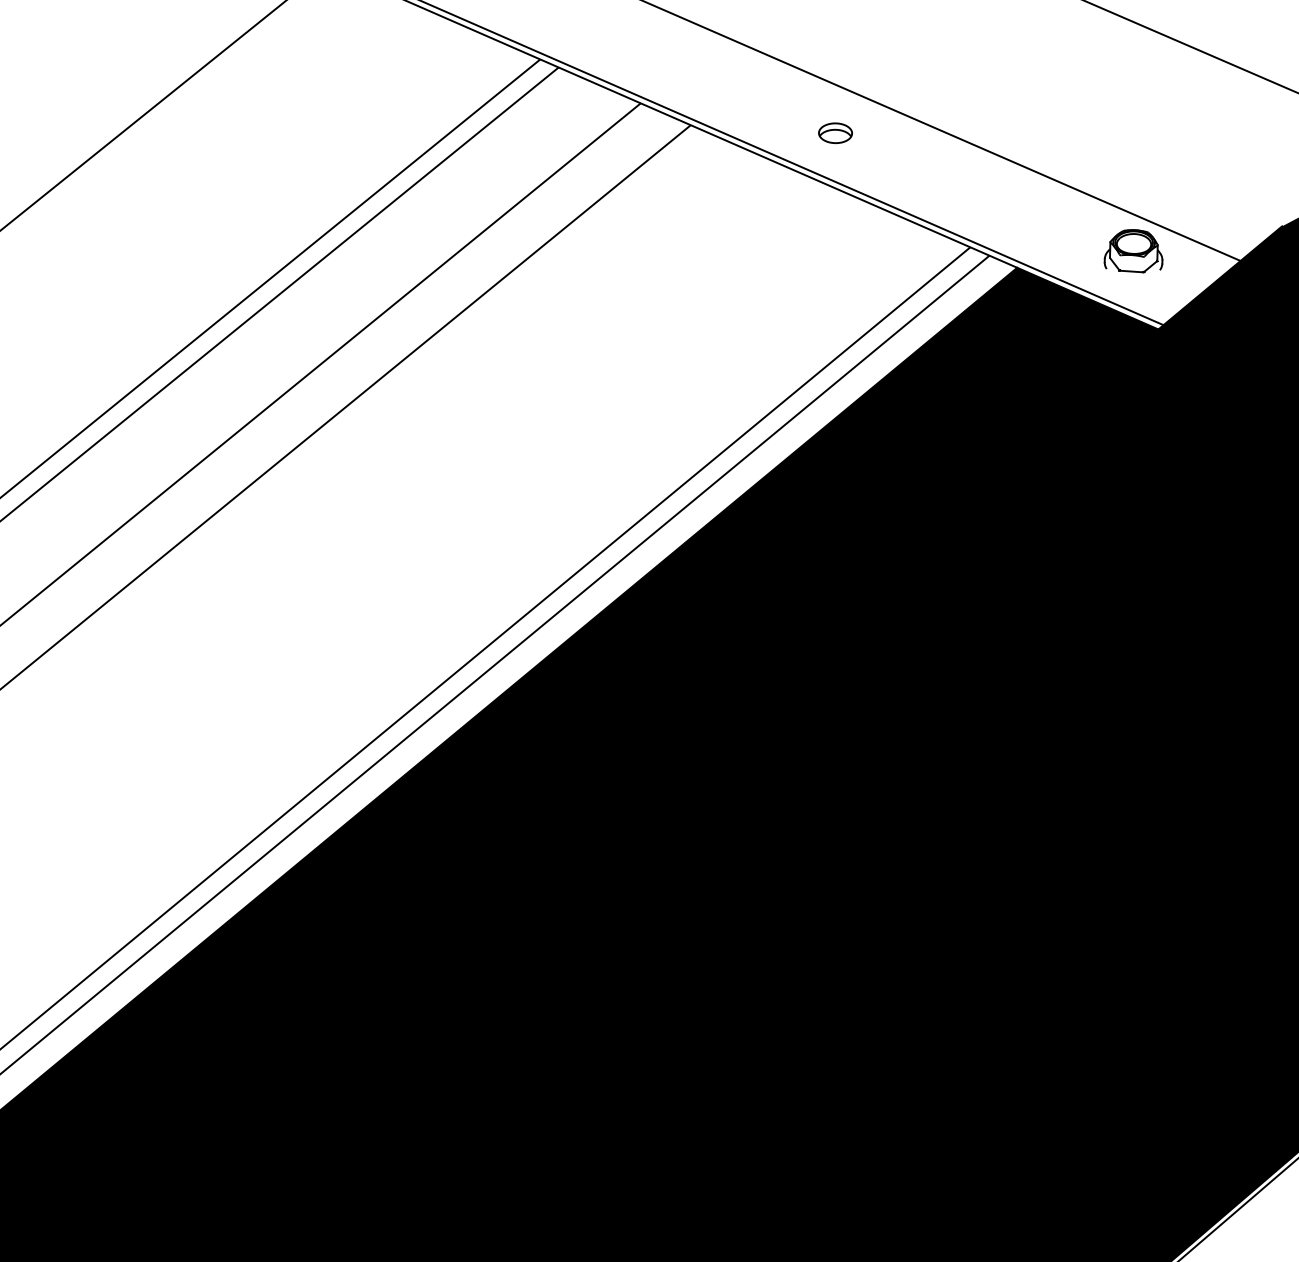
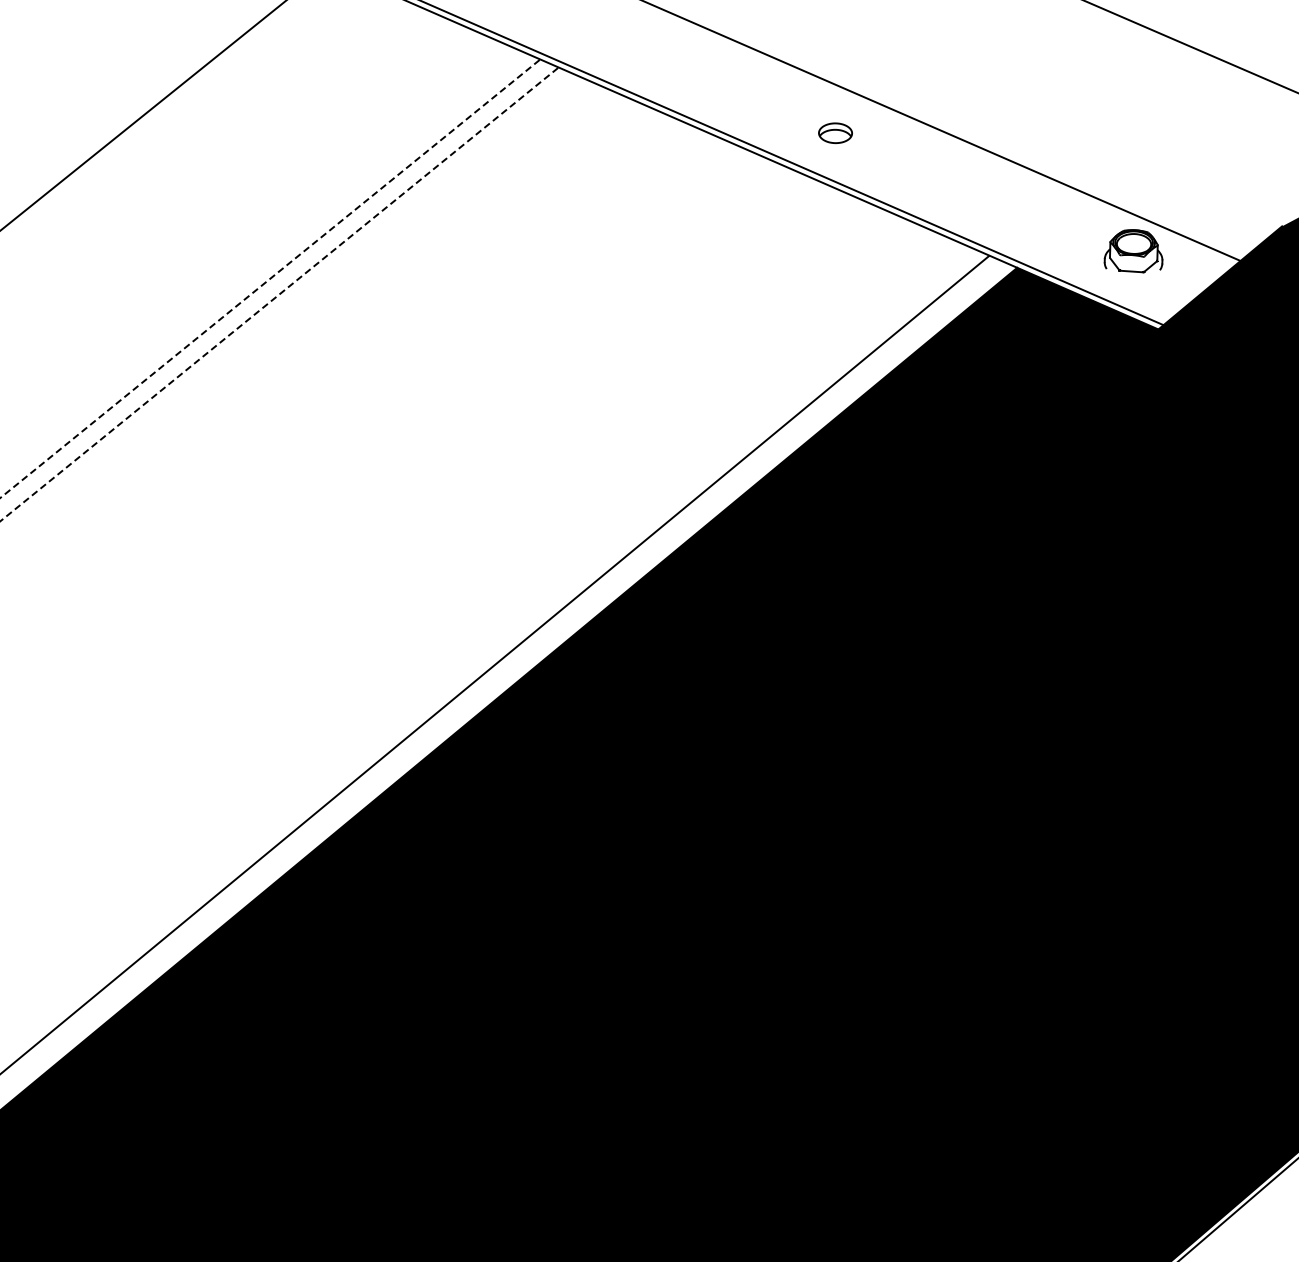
line at (269, 279): solid -> dashed
line at (278, 295): solid -> dashed
line at (321, 363): present -> none
line at (346, 406): present -> none
line at (485, 647): present -> none
